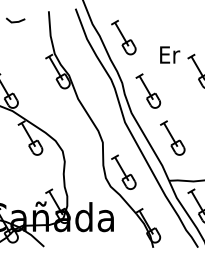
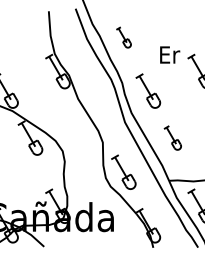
line at (15, 21): present -> none
part at (123, 37) size: 26x37 px -> 16x23 px
part at (172, 137) size: 26x36 px -> 19x26 px
